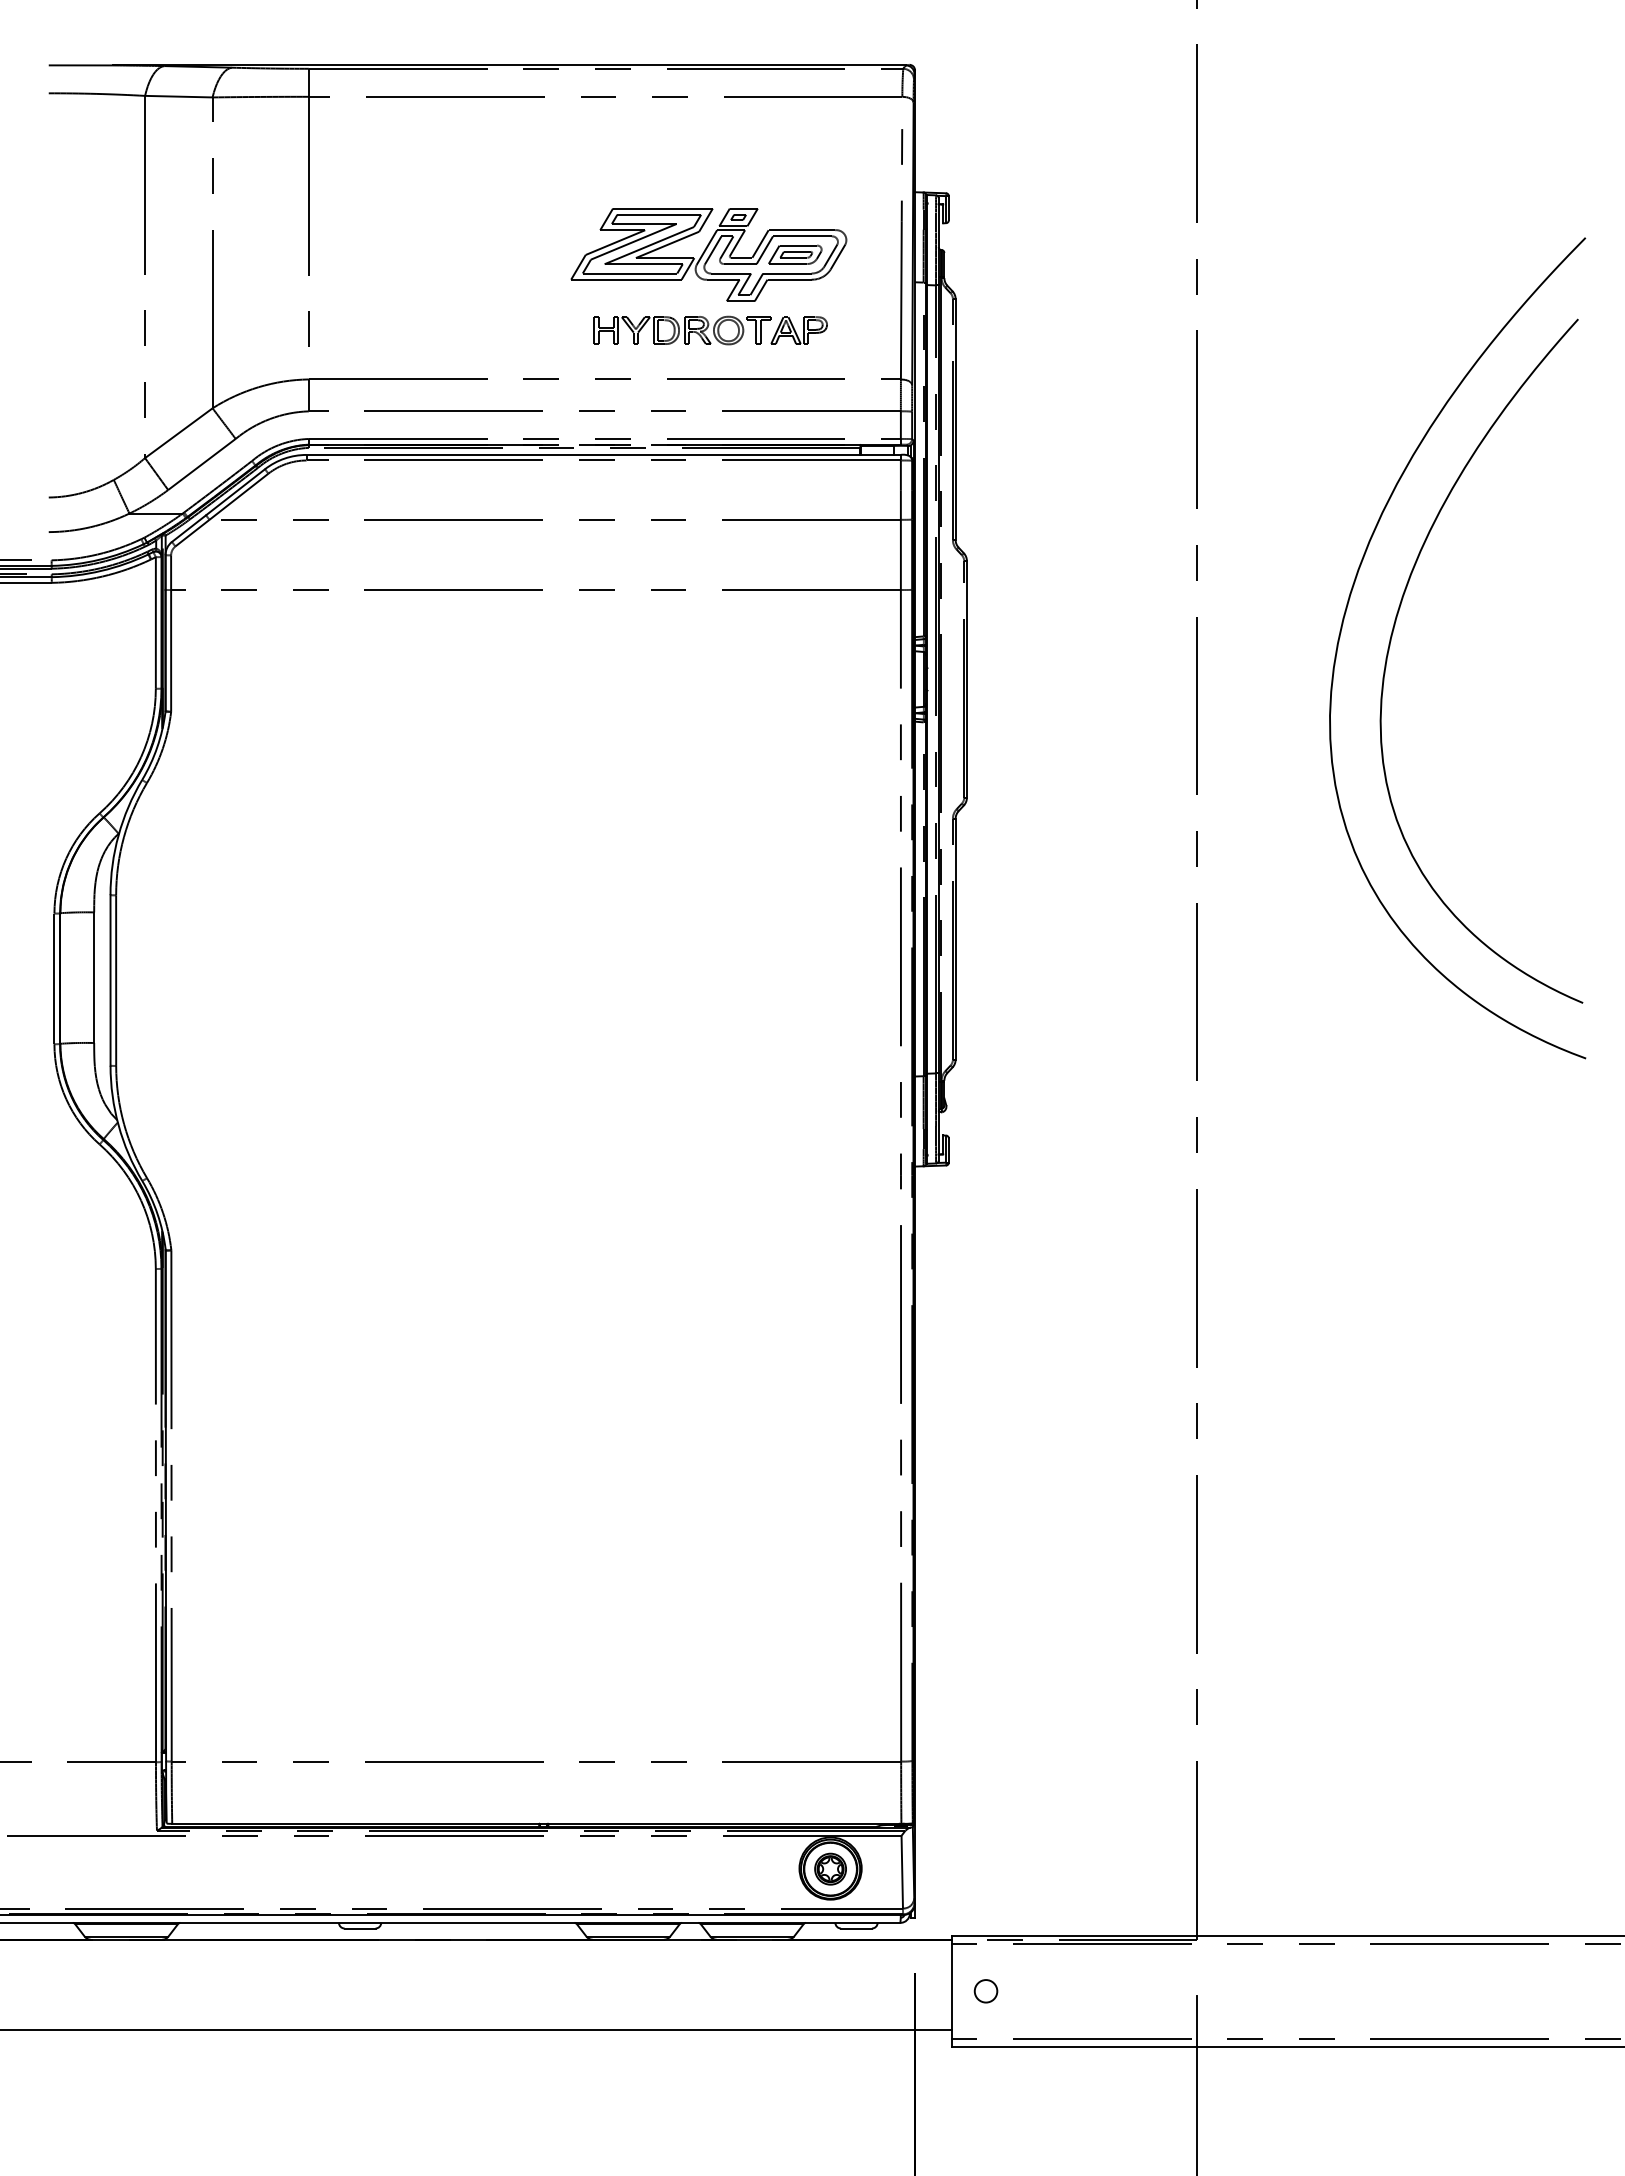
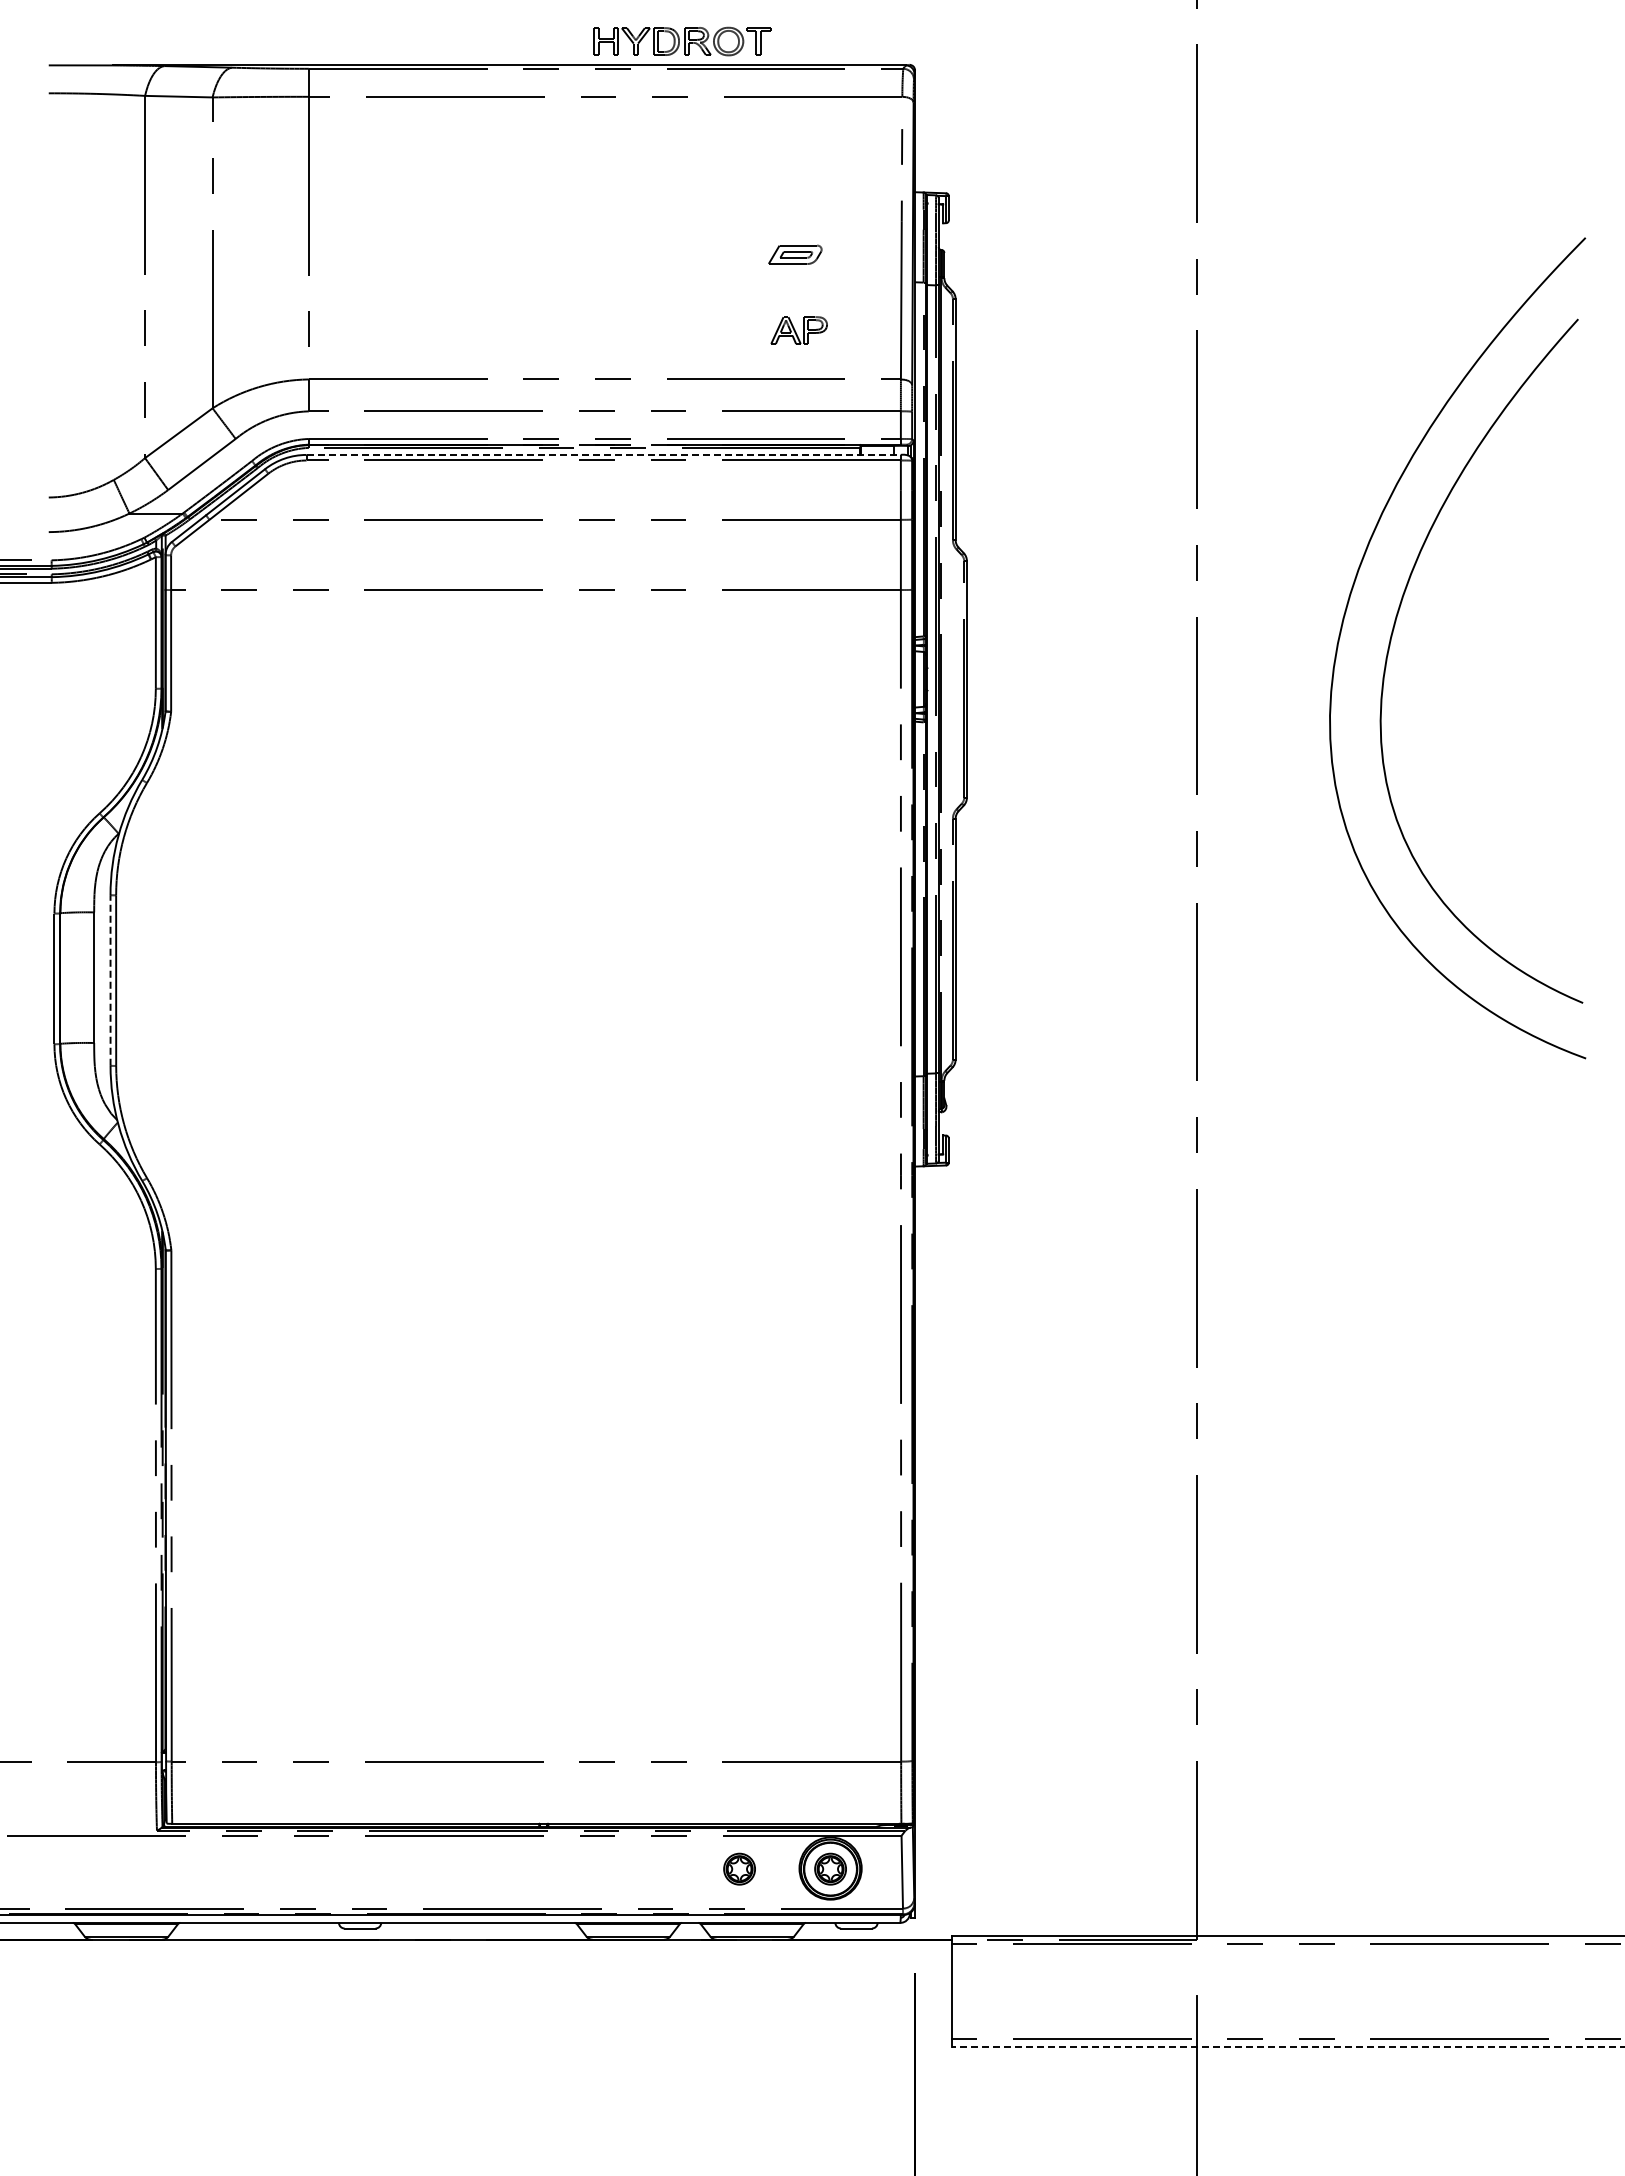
part at (708, 254): present -> none
part at (682, 330) position: (682, 330) -> (682, 41)
line at (604, 454): solid -> dashed
line at (110, 979): solid -> dashed
part at (739, 1868): none -> present
circle at (985, 1991): present -> none
line at (477, 2029): present -> none
line at (1288, 2046): solid -> dashed
